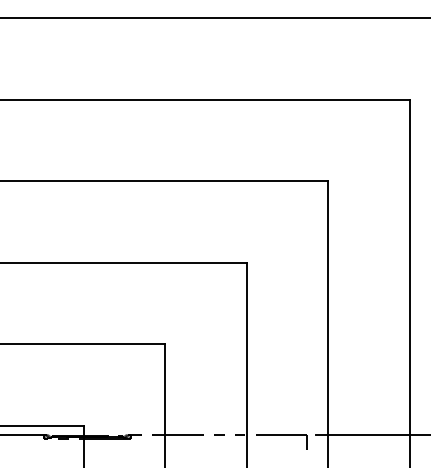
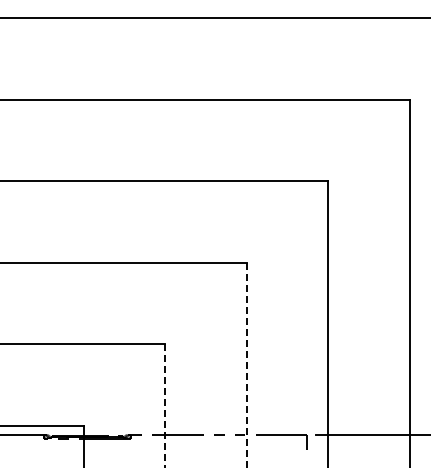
line at (246, 365): solid -> dashed
line at (165, 406): solid -> dashed
